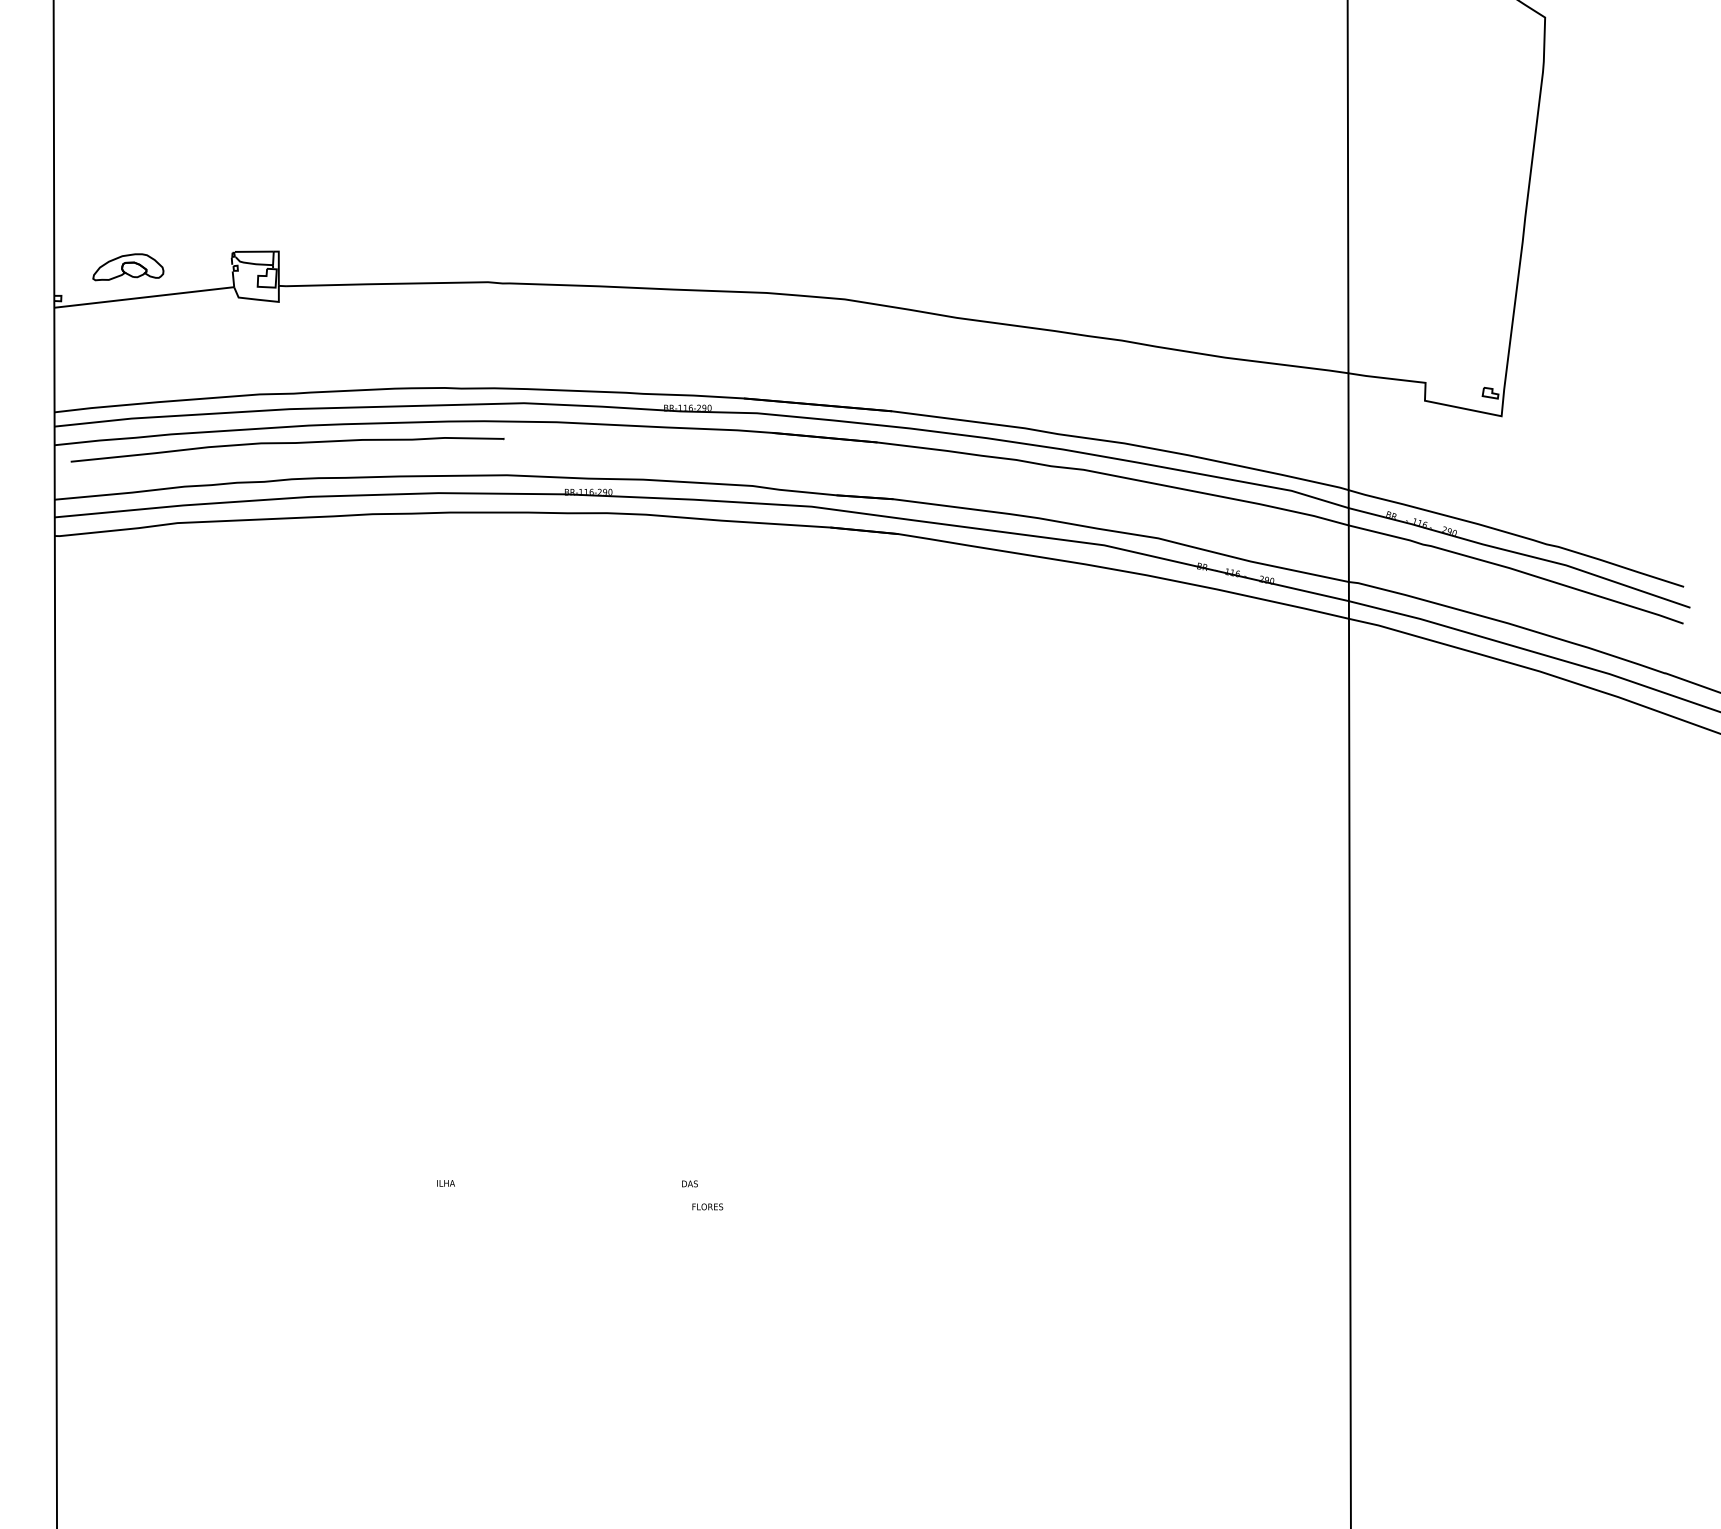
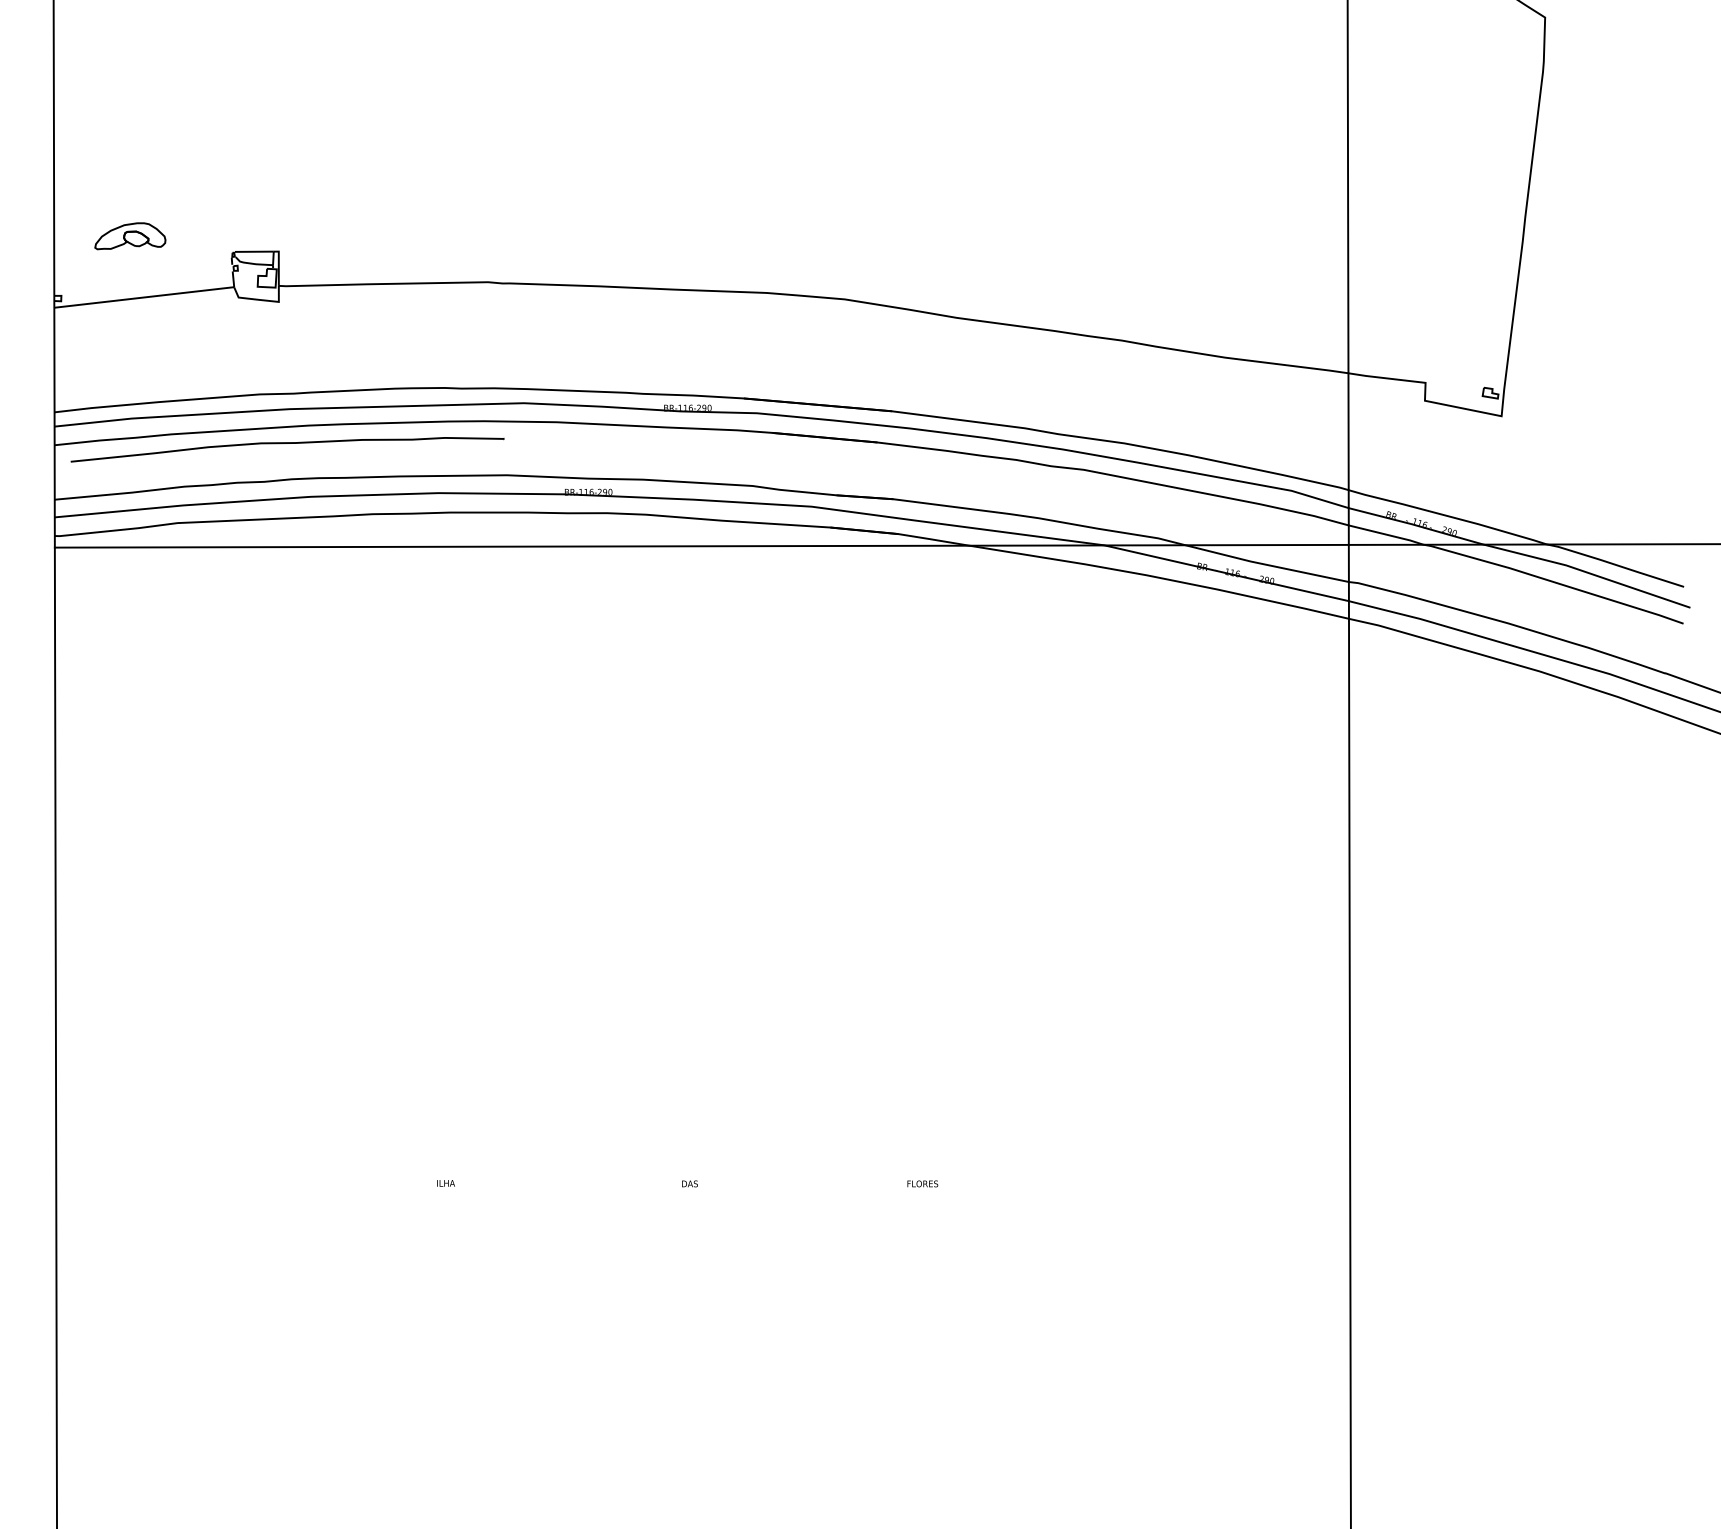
part at (128, 267) position: (128, 267) -> (130, 236)
line at (885, 545): none -> present
text at (707, 1206) position: (707, 1206) -> (922, 1183)
